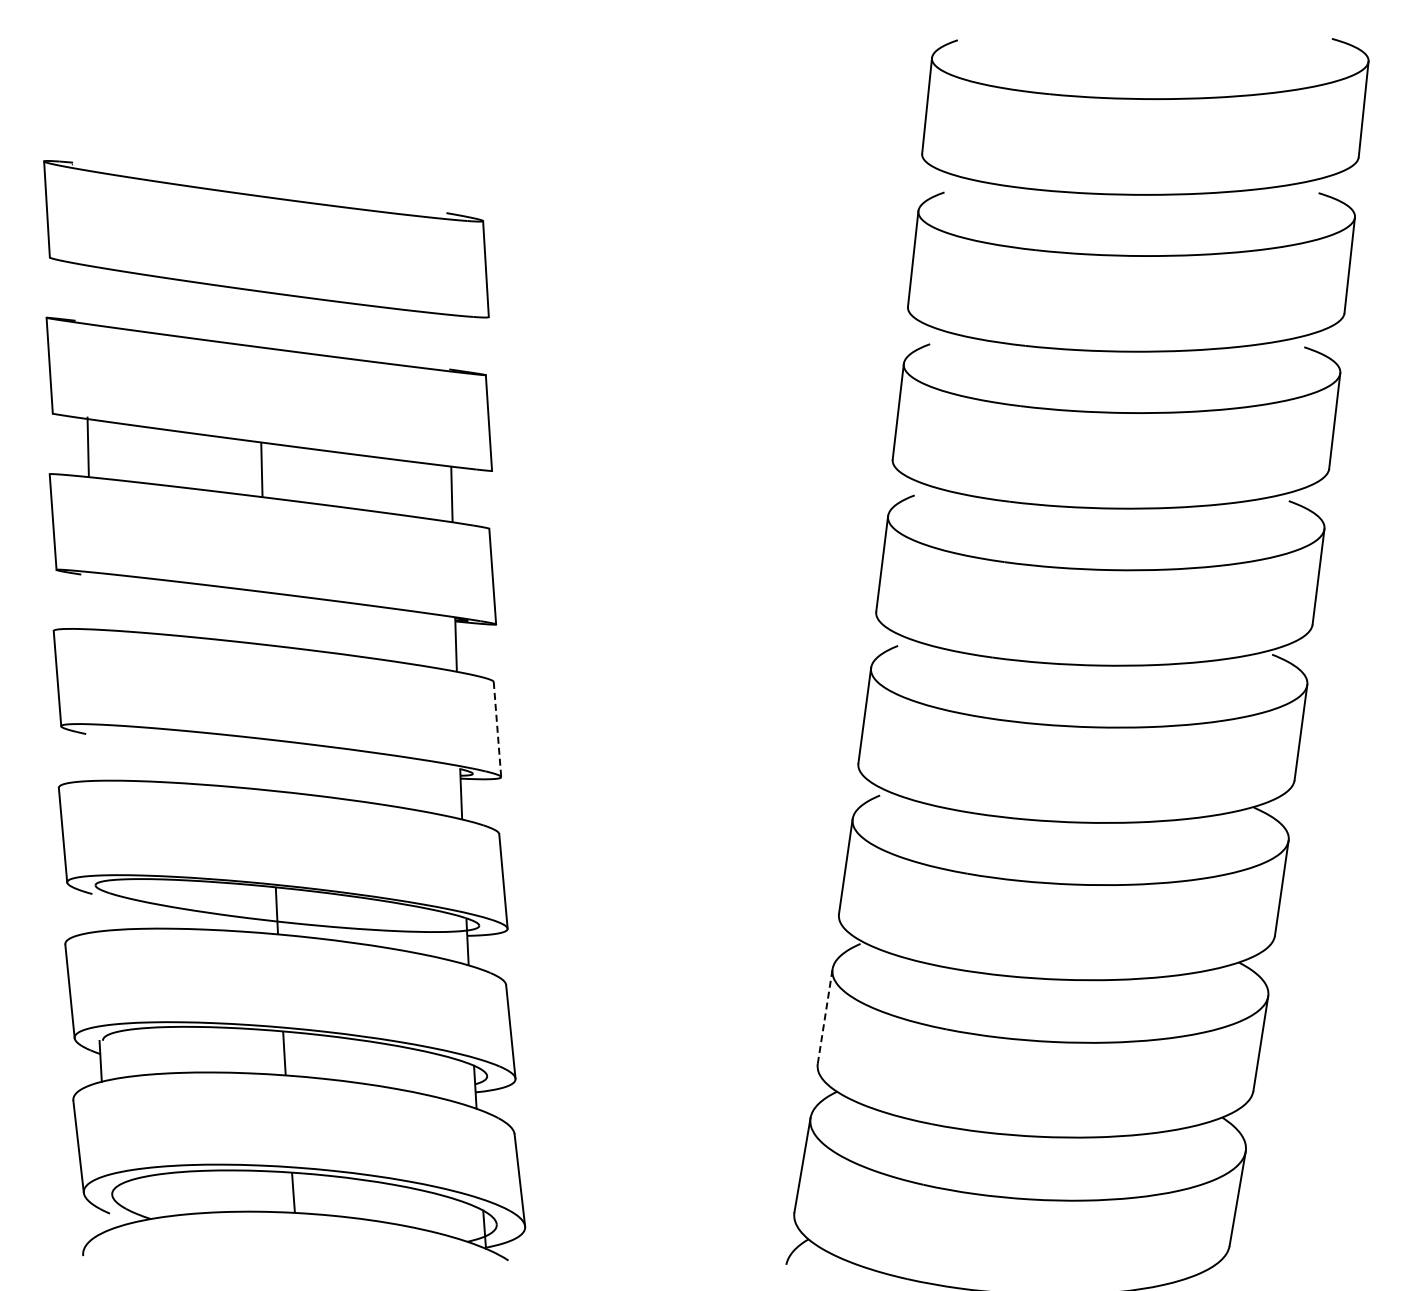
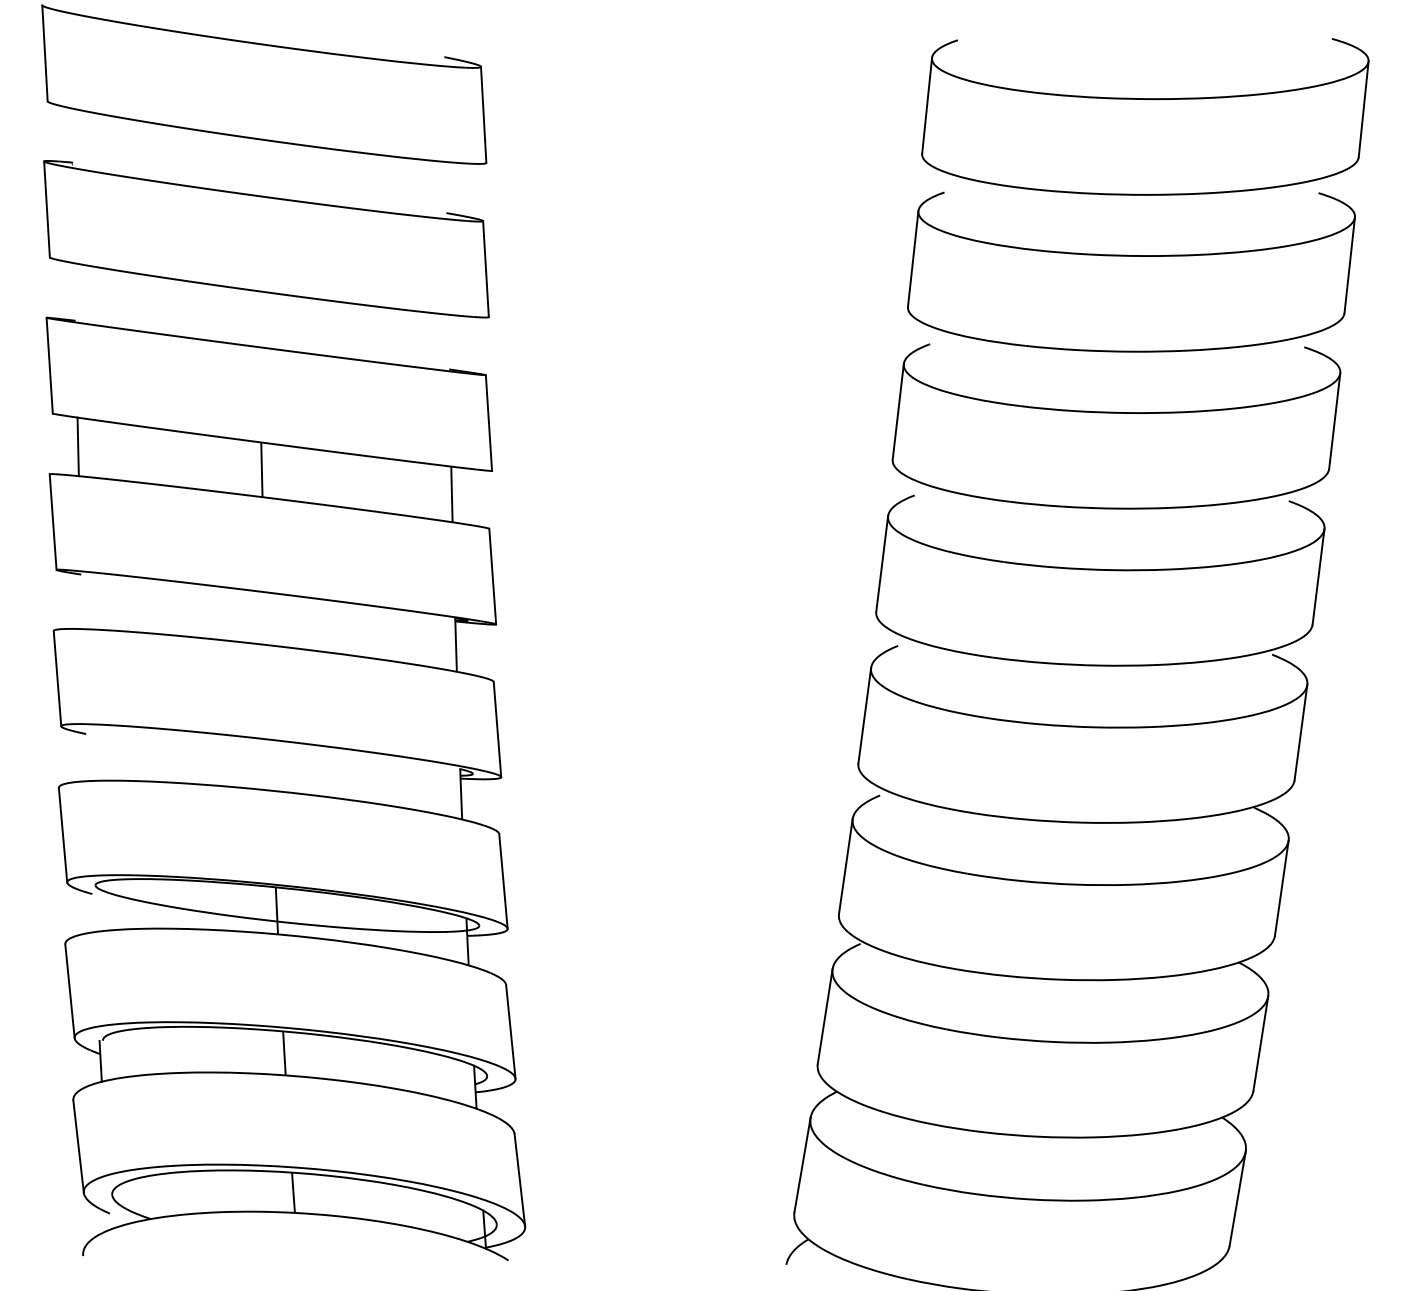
part at (264, 84): none -> present
line at (87, 446) position: (87, 446) -> (77, 446)
line at (497, 729): dashed -> solid
line at (825, 1016): dashed -> solid
